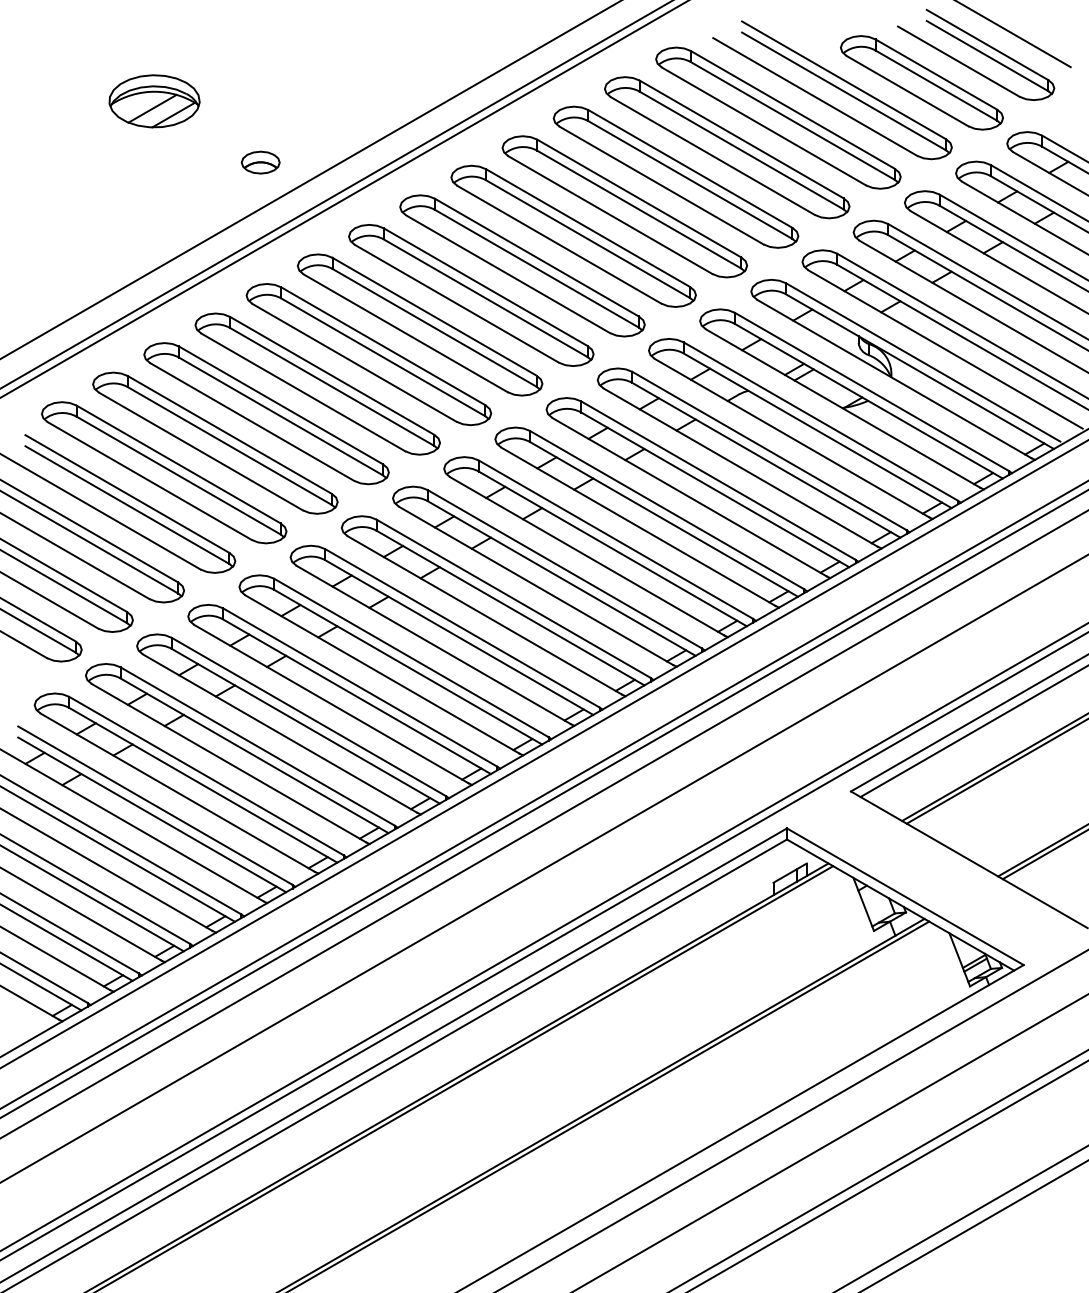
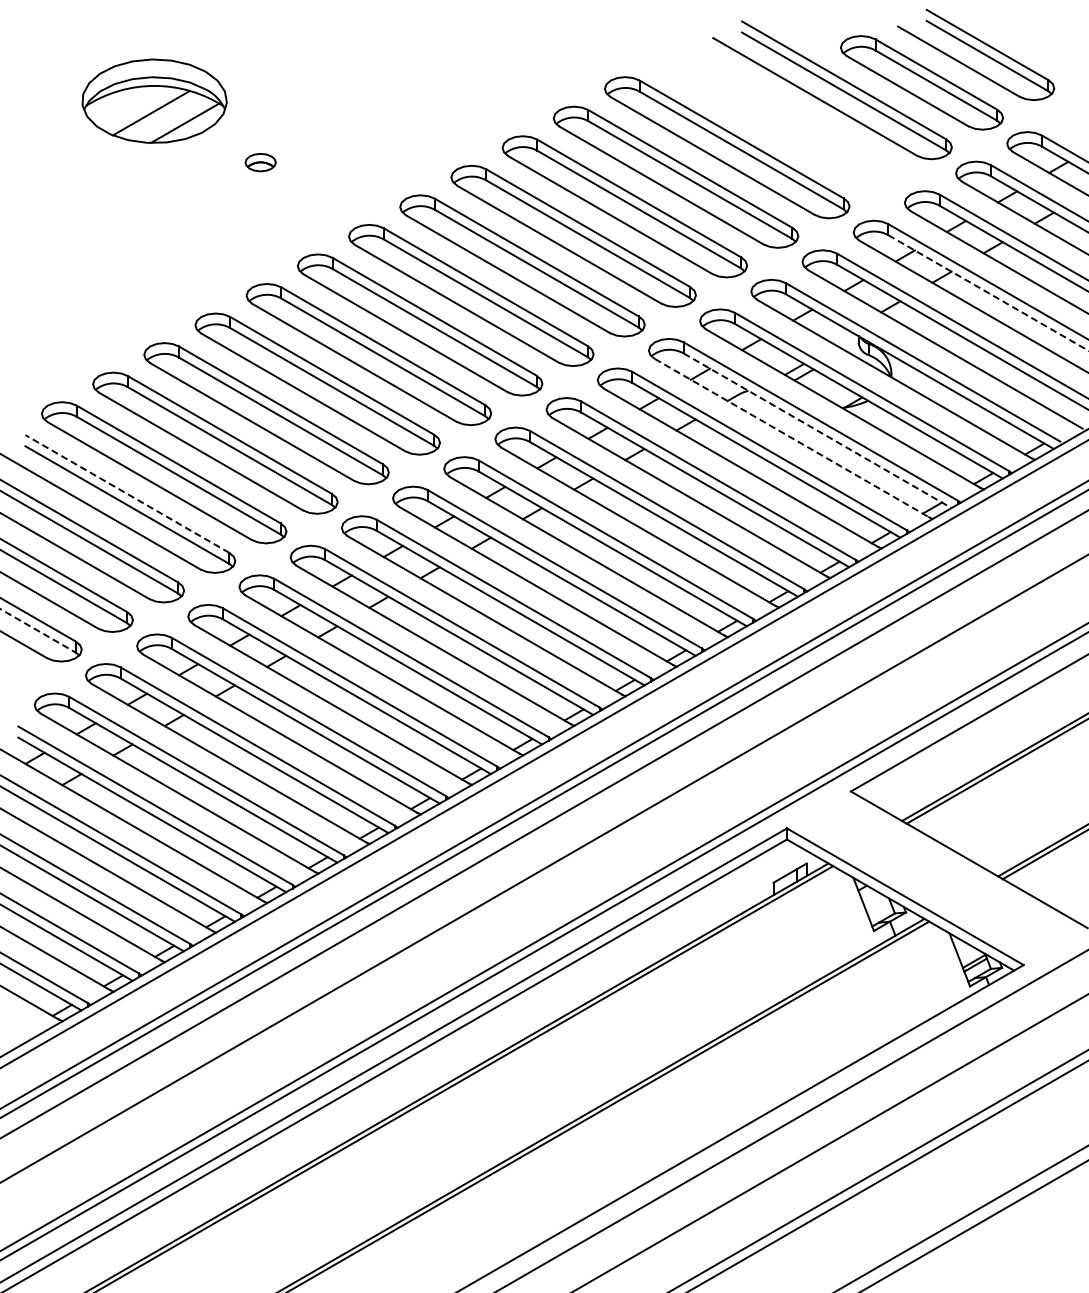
line at (1013, 34): present -> none
part at (154, 101) size: 93x55 px -> 147x86 px
part at (778, 117): present -> none
part at (260, 162) size: 41x25 px -> 33x20 px
line at (310, 180): present -> none
line at (335, 194): present -> none
line at (343, 199): present -> none
line at (988, 293): solid -> dashed
line at (817, 430): solid -> dashed
line at (792, 438): solid -> dashed
line at (127, 494): solid -> dashed
line at (38, 631): solid -> dashed
line at (972, 732): present -> none
